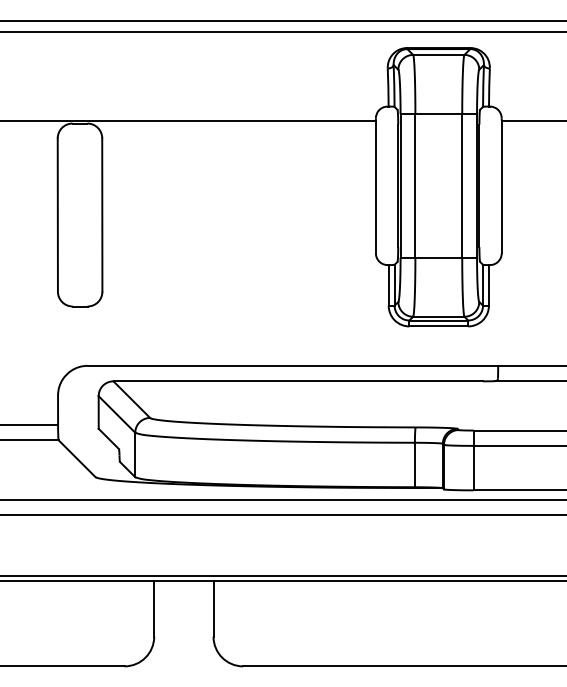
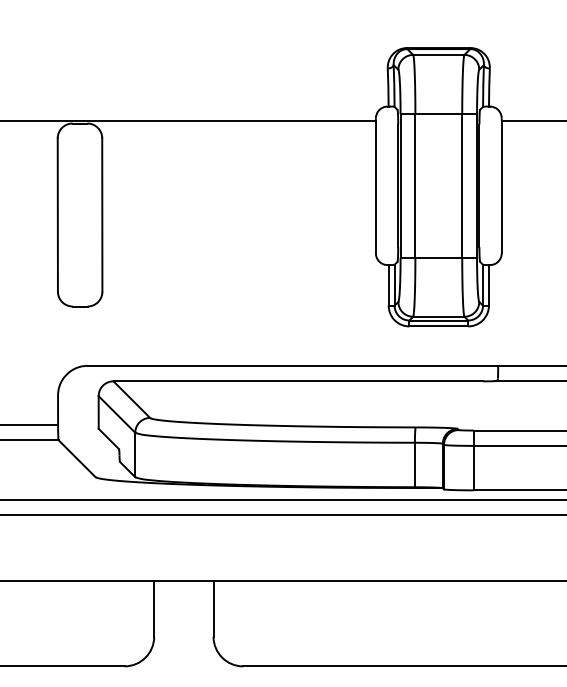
line at (282, 20): present -> none
line at (282, 31): present -> none
line at (282, 575): present -> none
